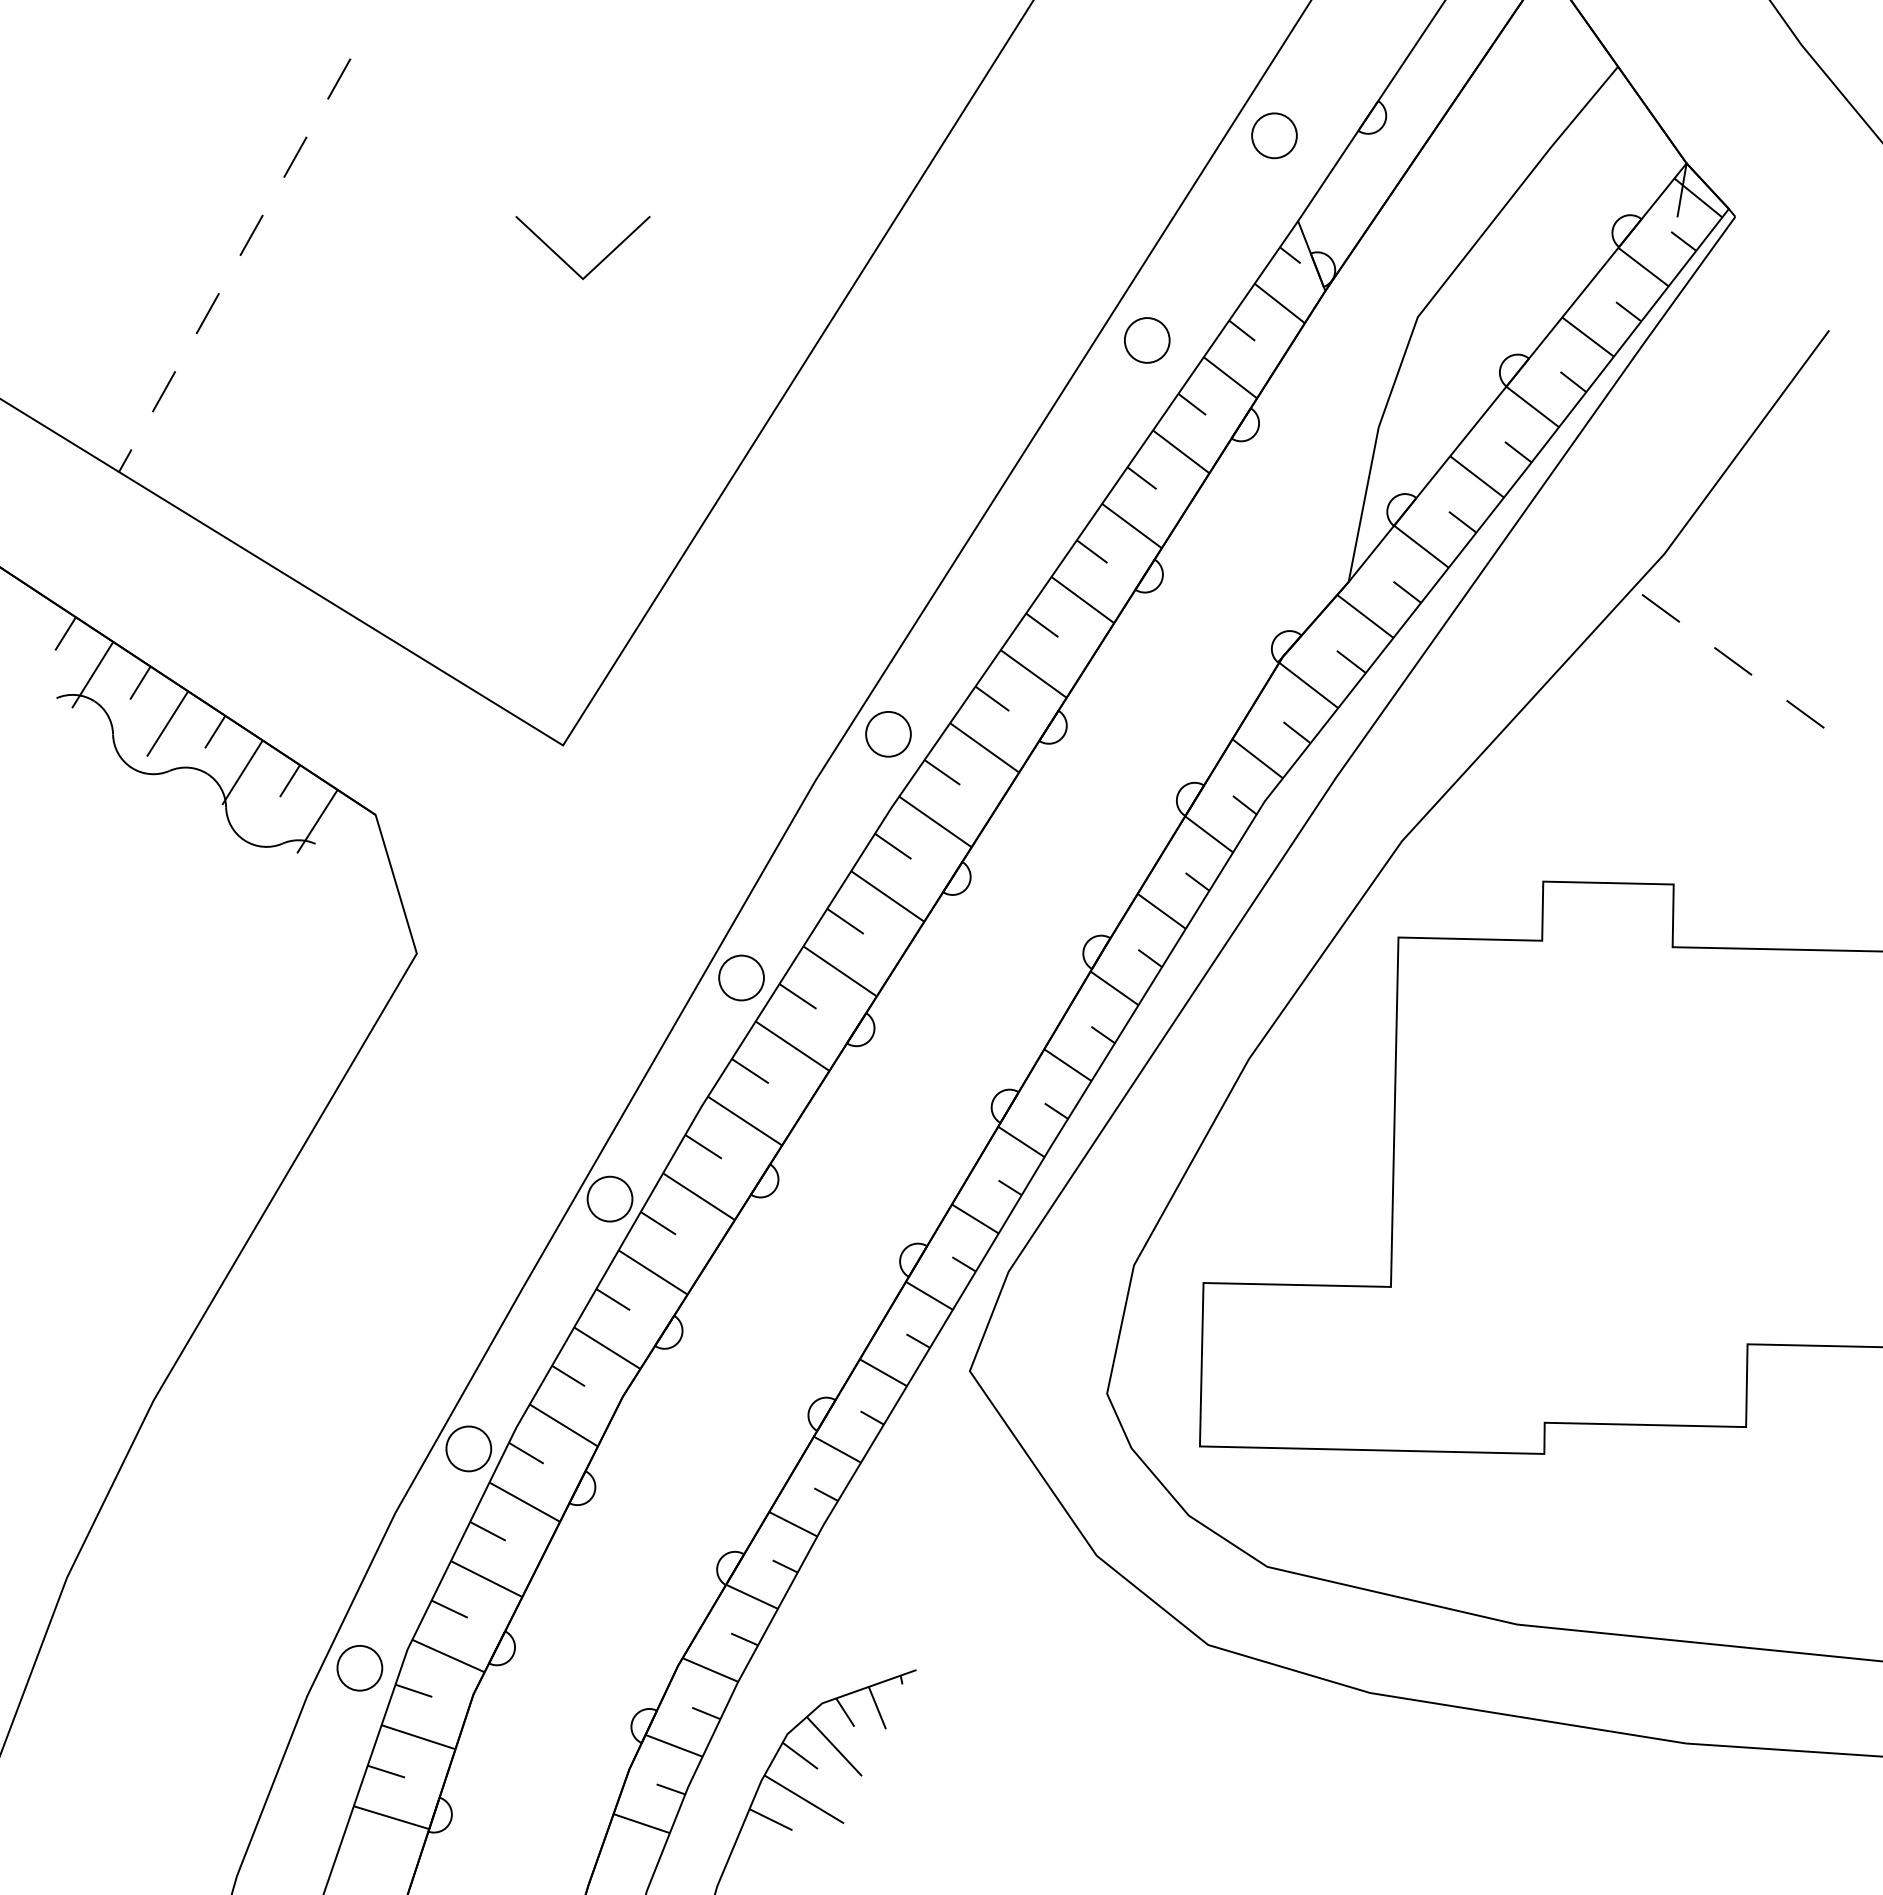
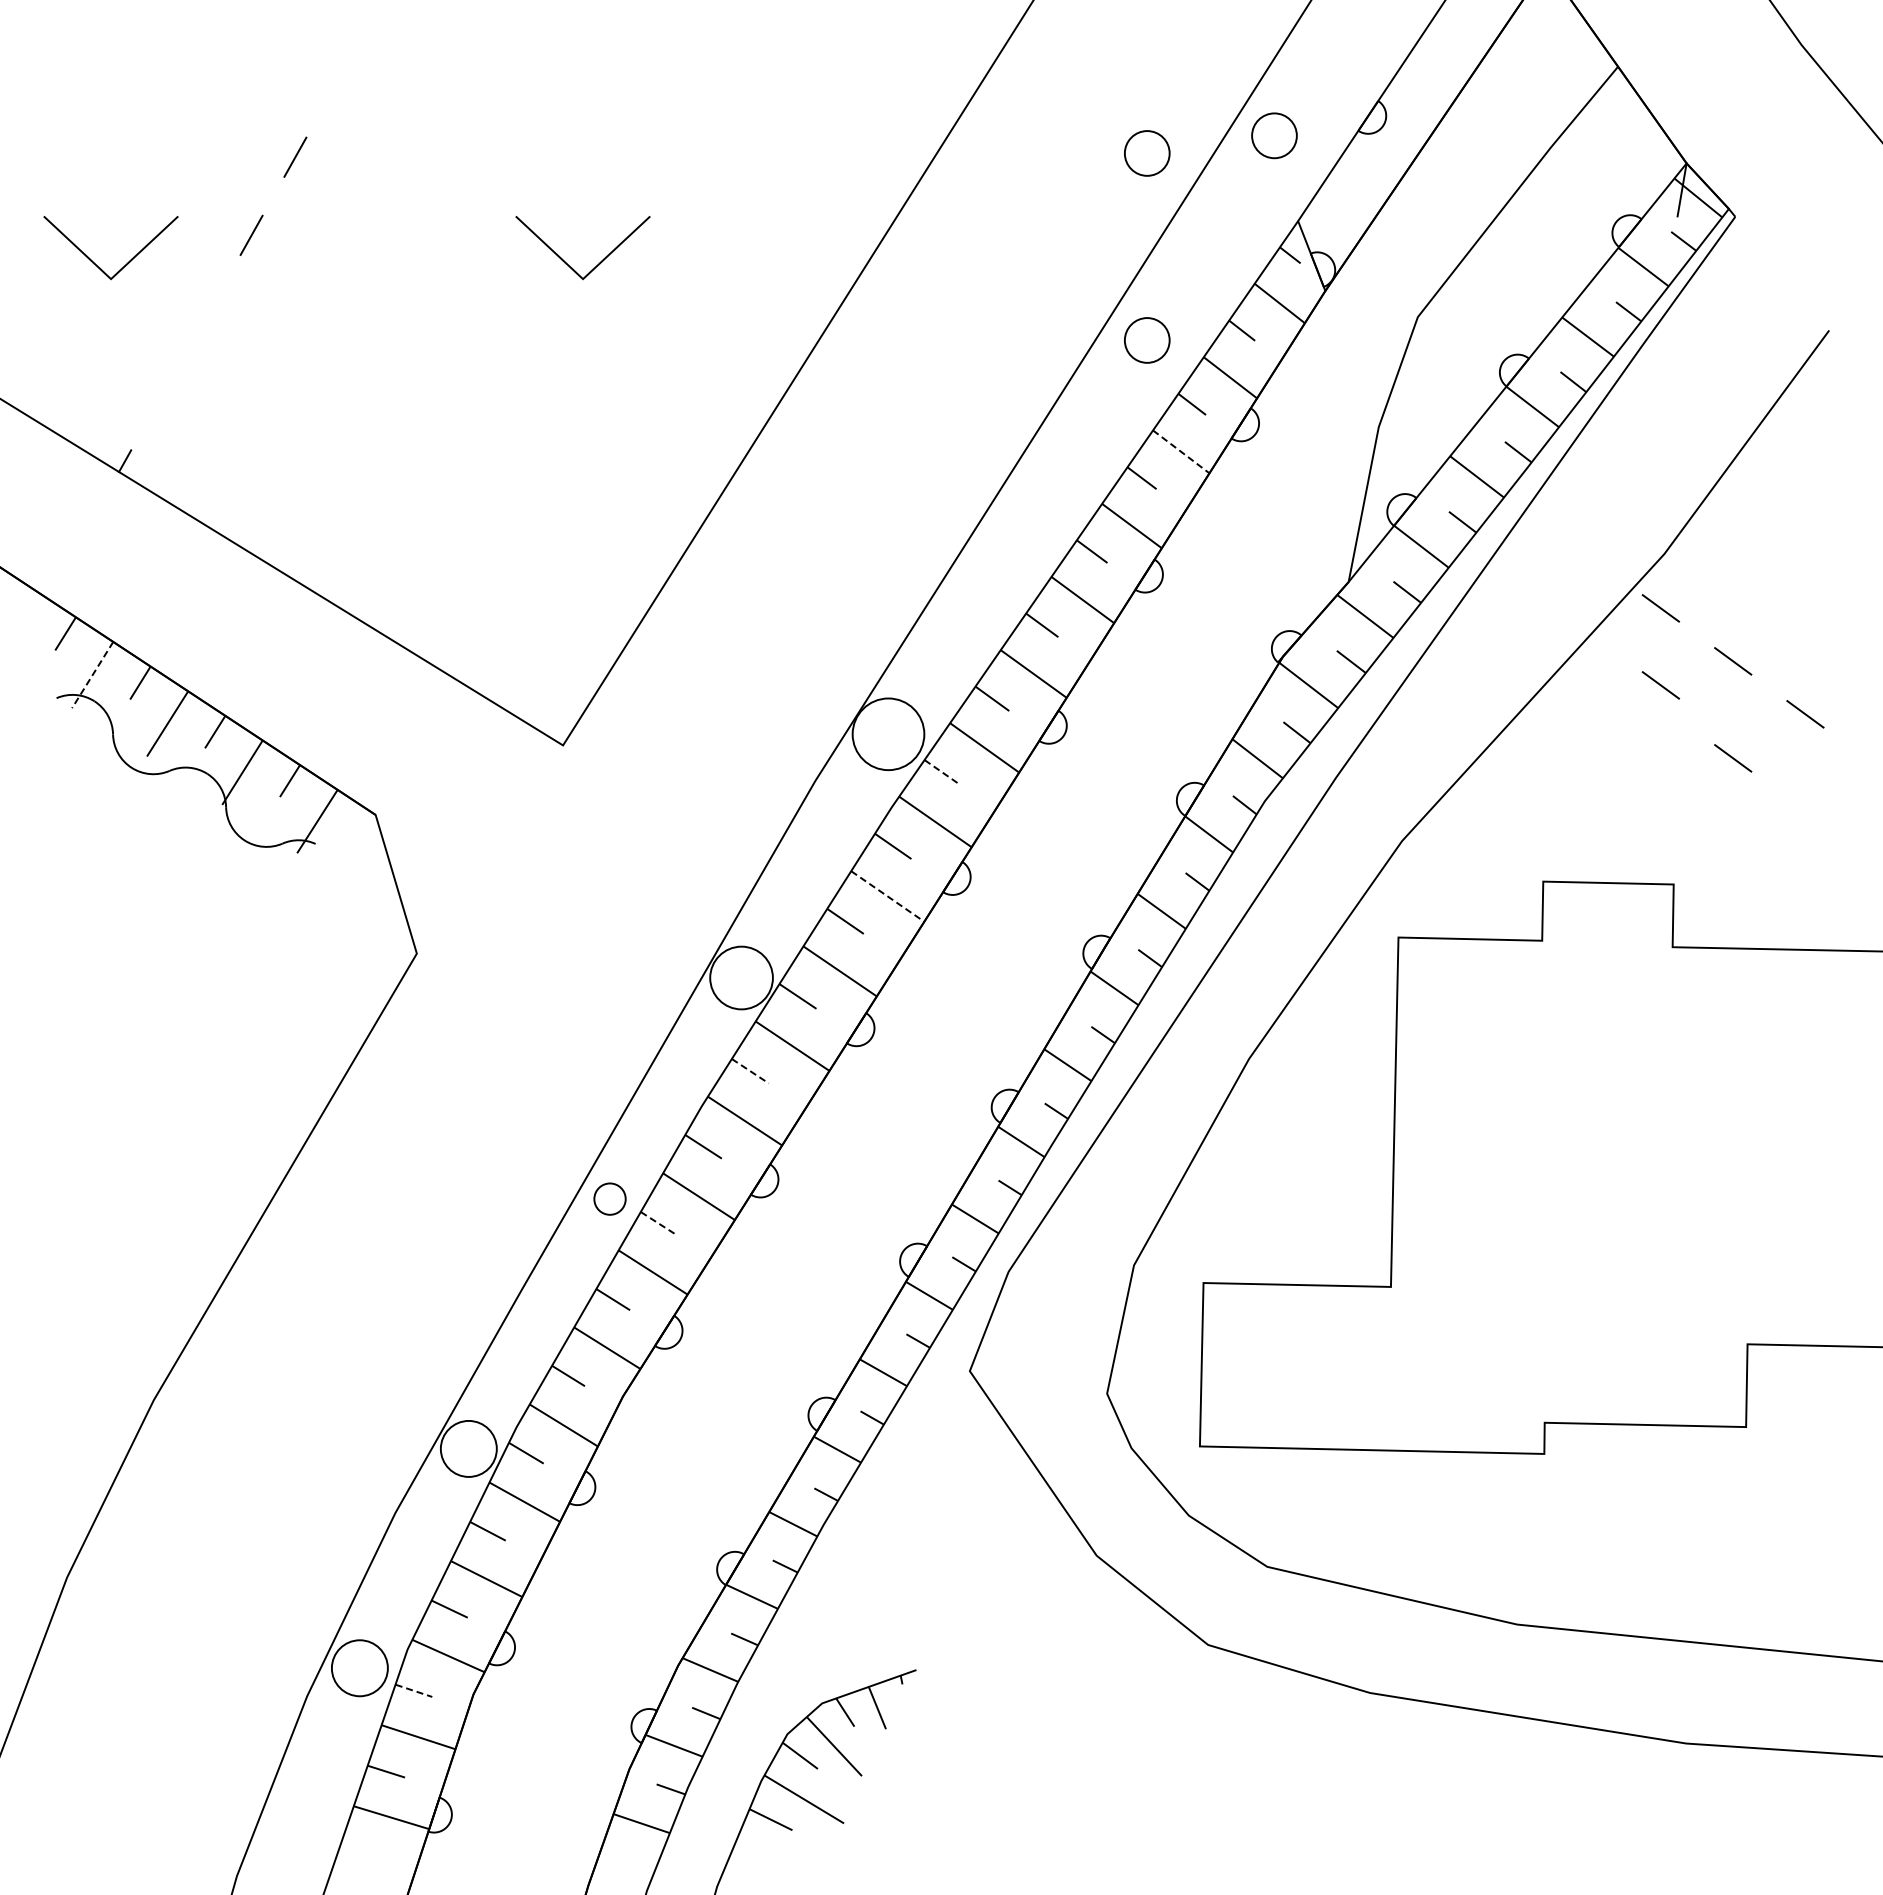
line at (339, 78): present -> none
circle at (1147, 153): none -> present
line at (95, 263): none -> present
line at (207, 313): present -> none
line at (163, 391): present -> none
line at (1181, 451): solid -> dashed
line at (92, 675): solid -> dashed
line at (1660, 685): none -> present
circle at (888, 733) diameter: 45 px -> 72 px
line at (1733, 758): none -> present
line at (942, 772): solid -> dashed
line at (888, 896): solid -> dashed
circle at (741, 977) diameter: 45 px -> 63 px
line at (750, 1071): solid -> dashed
circle at (609, 1198) diameter: 45 px -> 31 px
line at (658, 1223): solid -> dashed
circle at (468, 1448) diameter: 45 px -> 56 px
circle at (359, 1667) diameter: 45 px -> 56 px
line at (414, 1691): solid -> dashed
